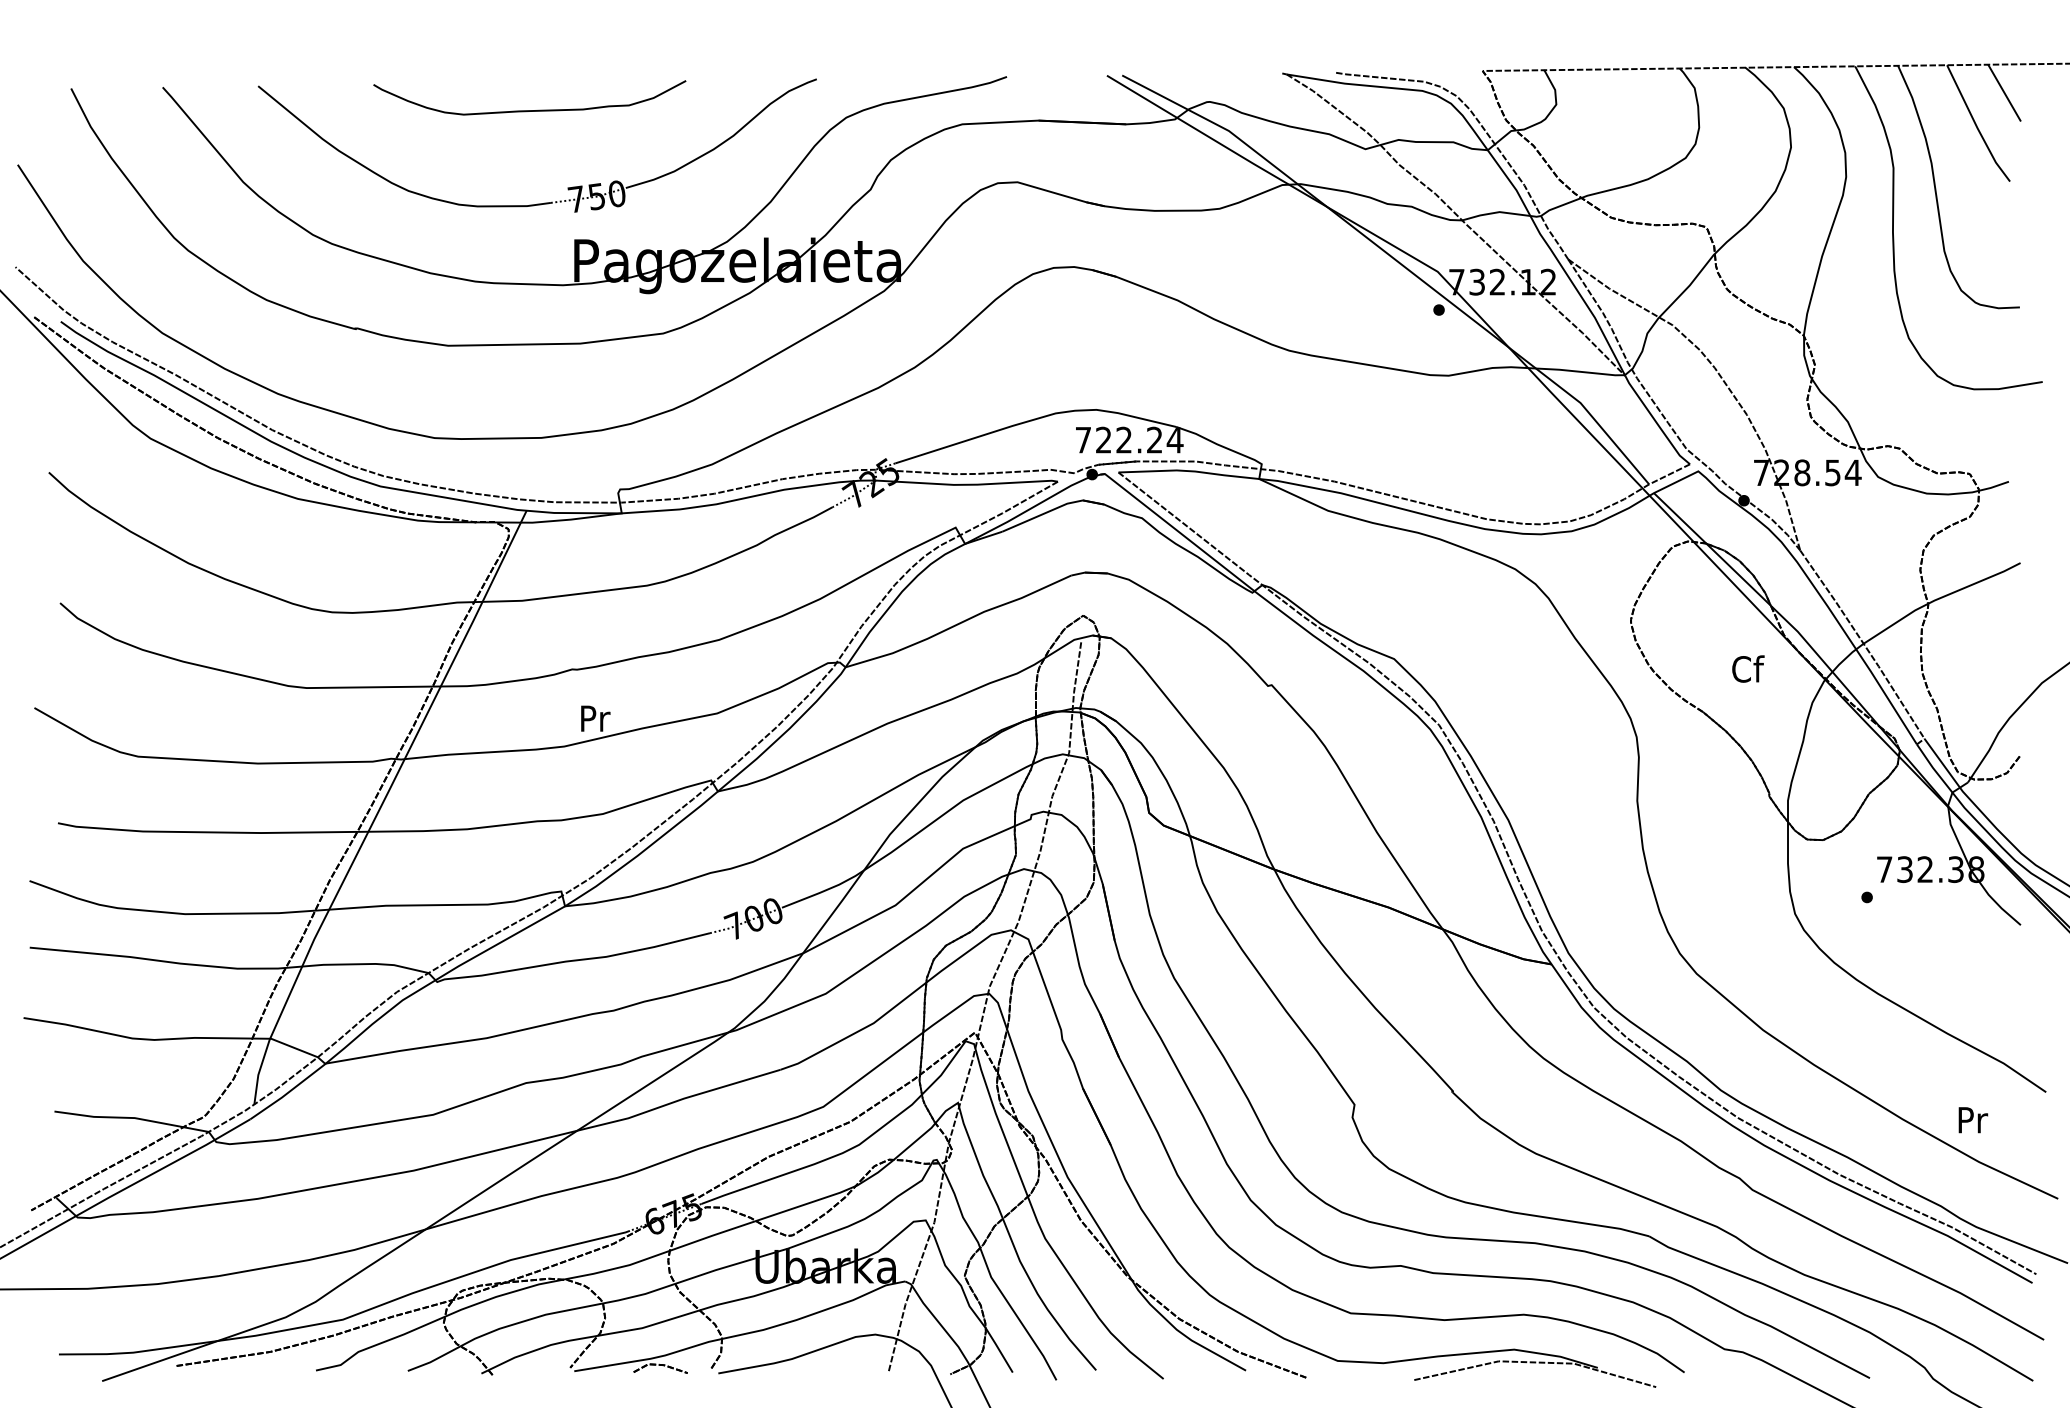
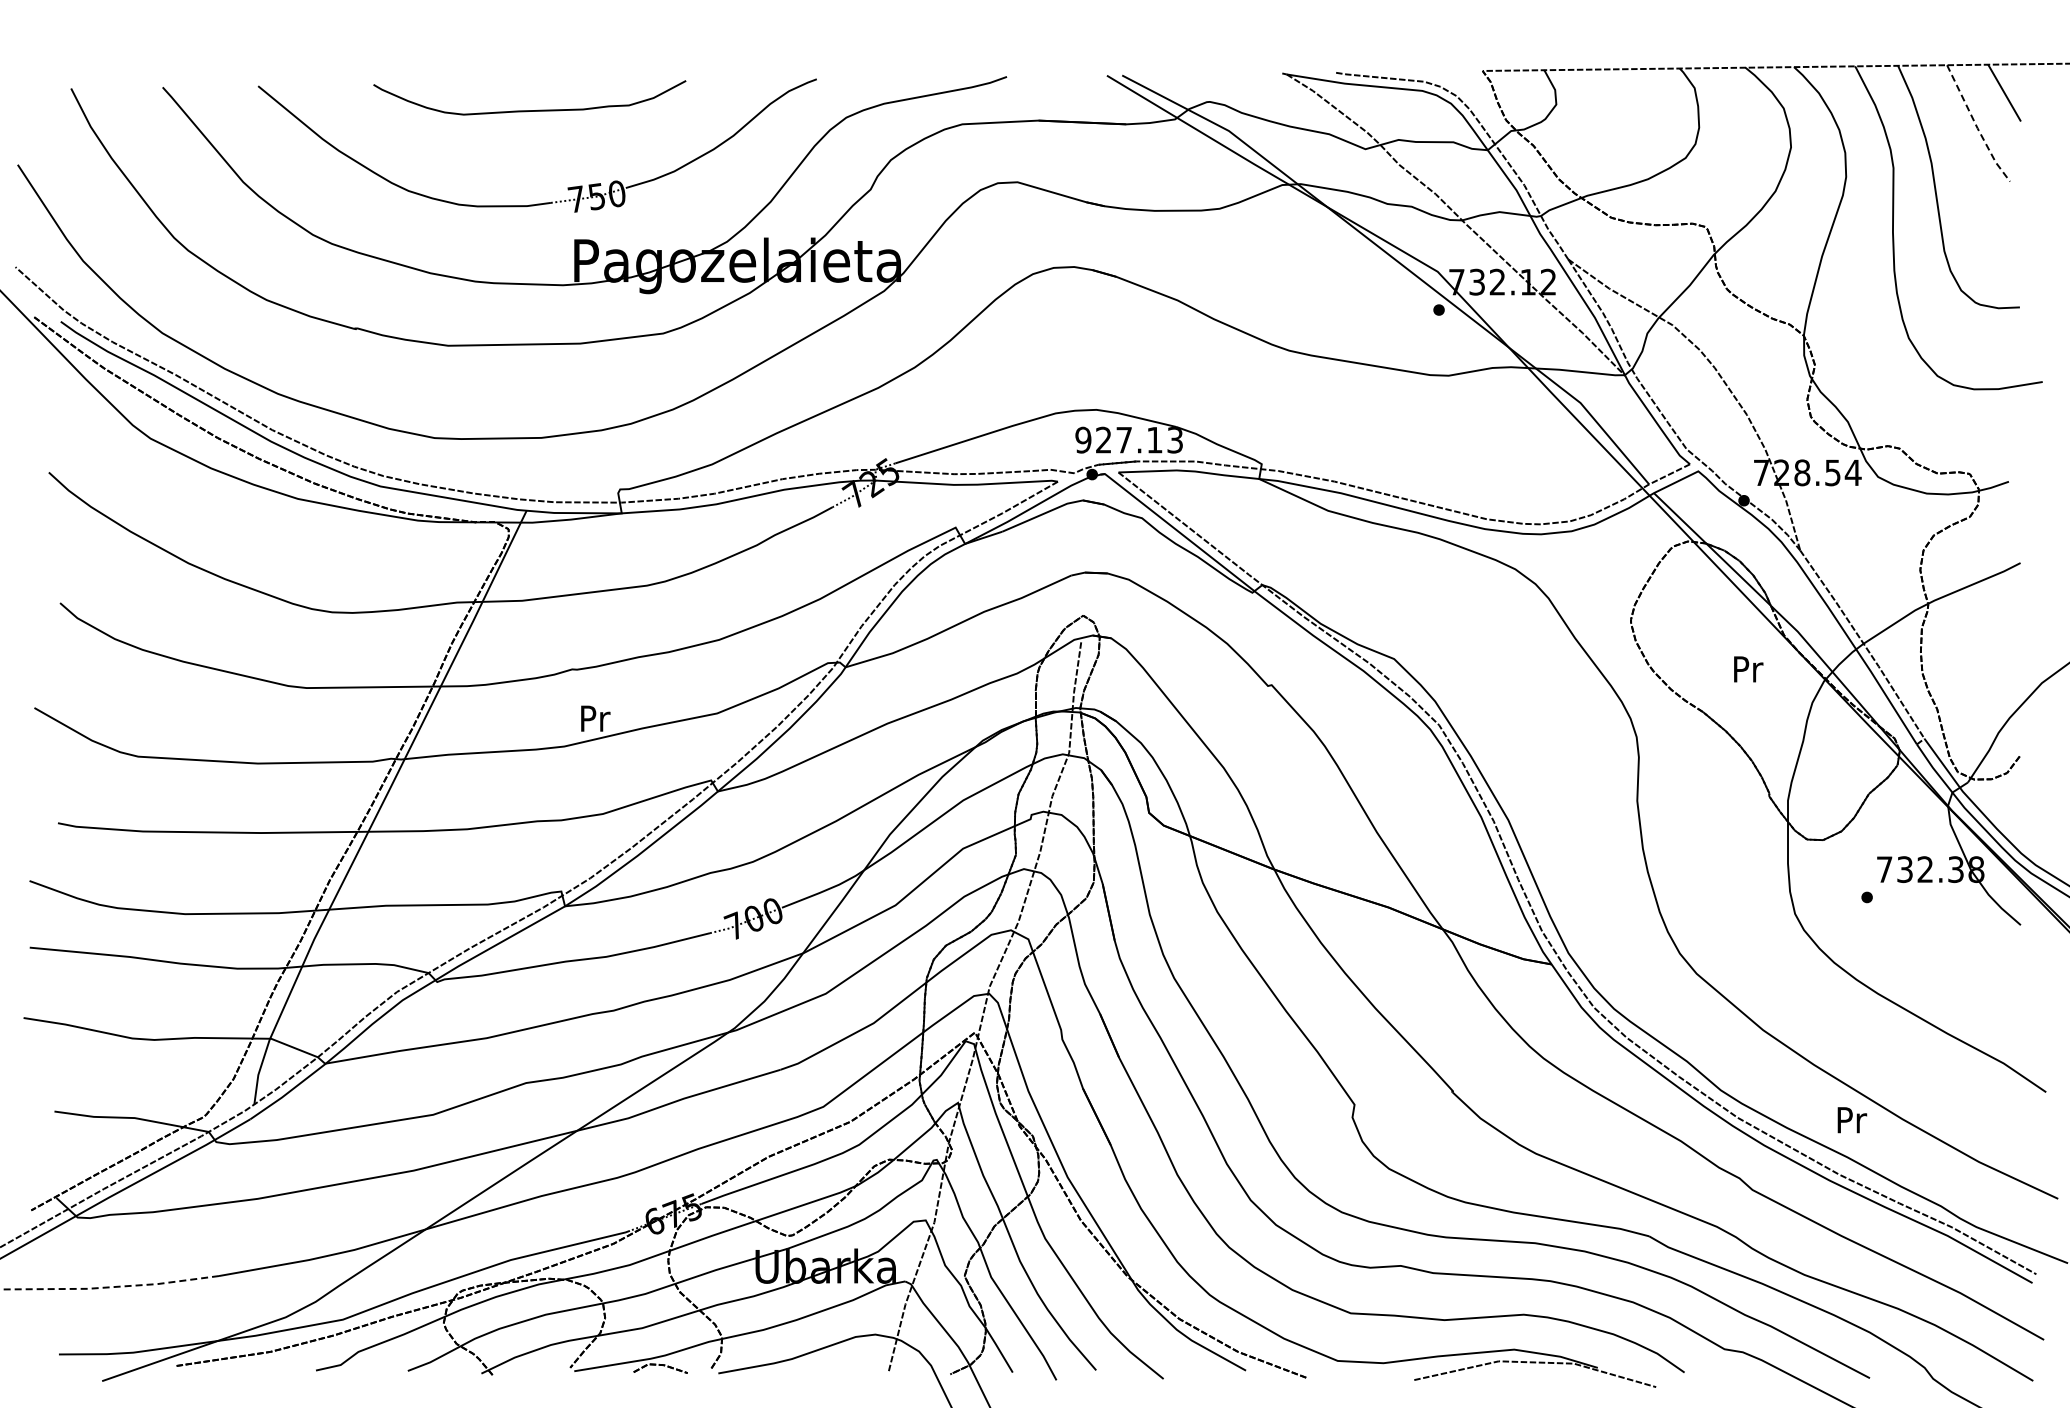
line at (1976, 125): solid -> dashed
text at (1129, 439): 722.24 -> 927.13
text at (1748, 668): Cf -> Pr
text at (1973, 1120) position: (1973, 1120) -> (1852, 1120)
line at (109, 1287): solid -> dashed
